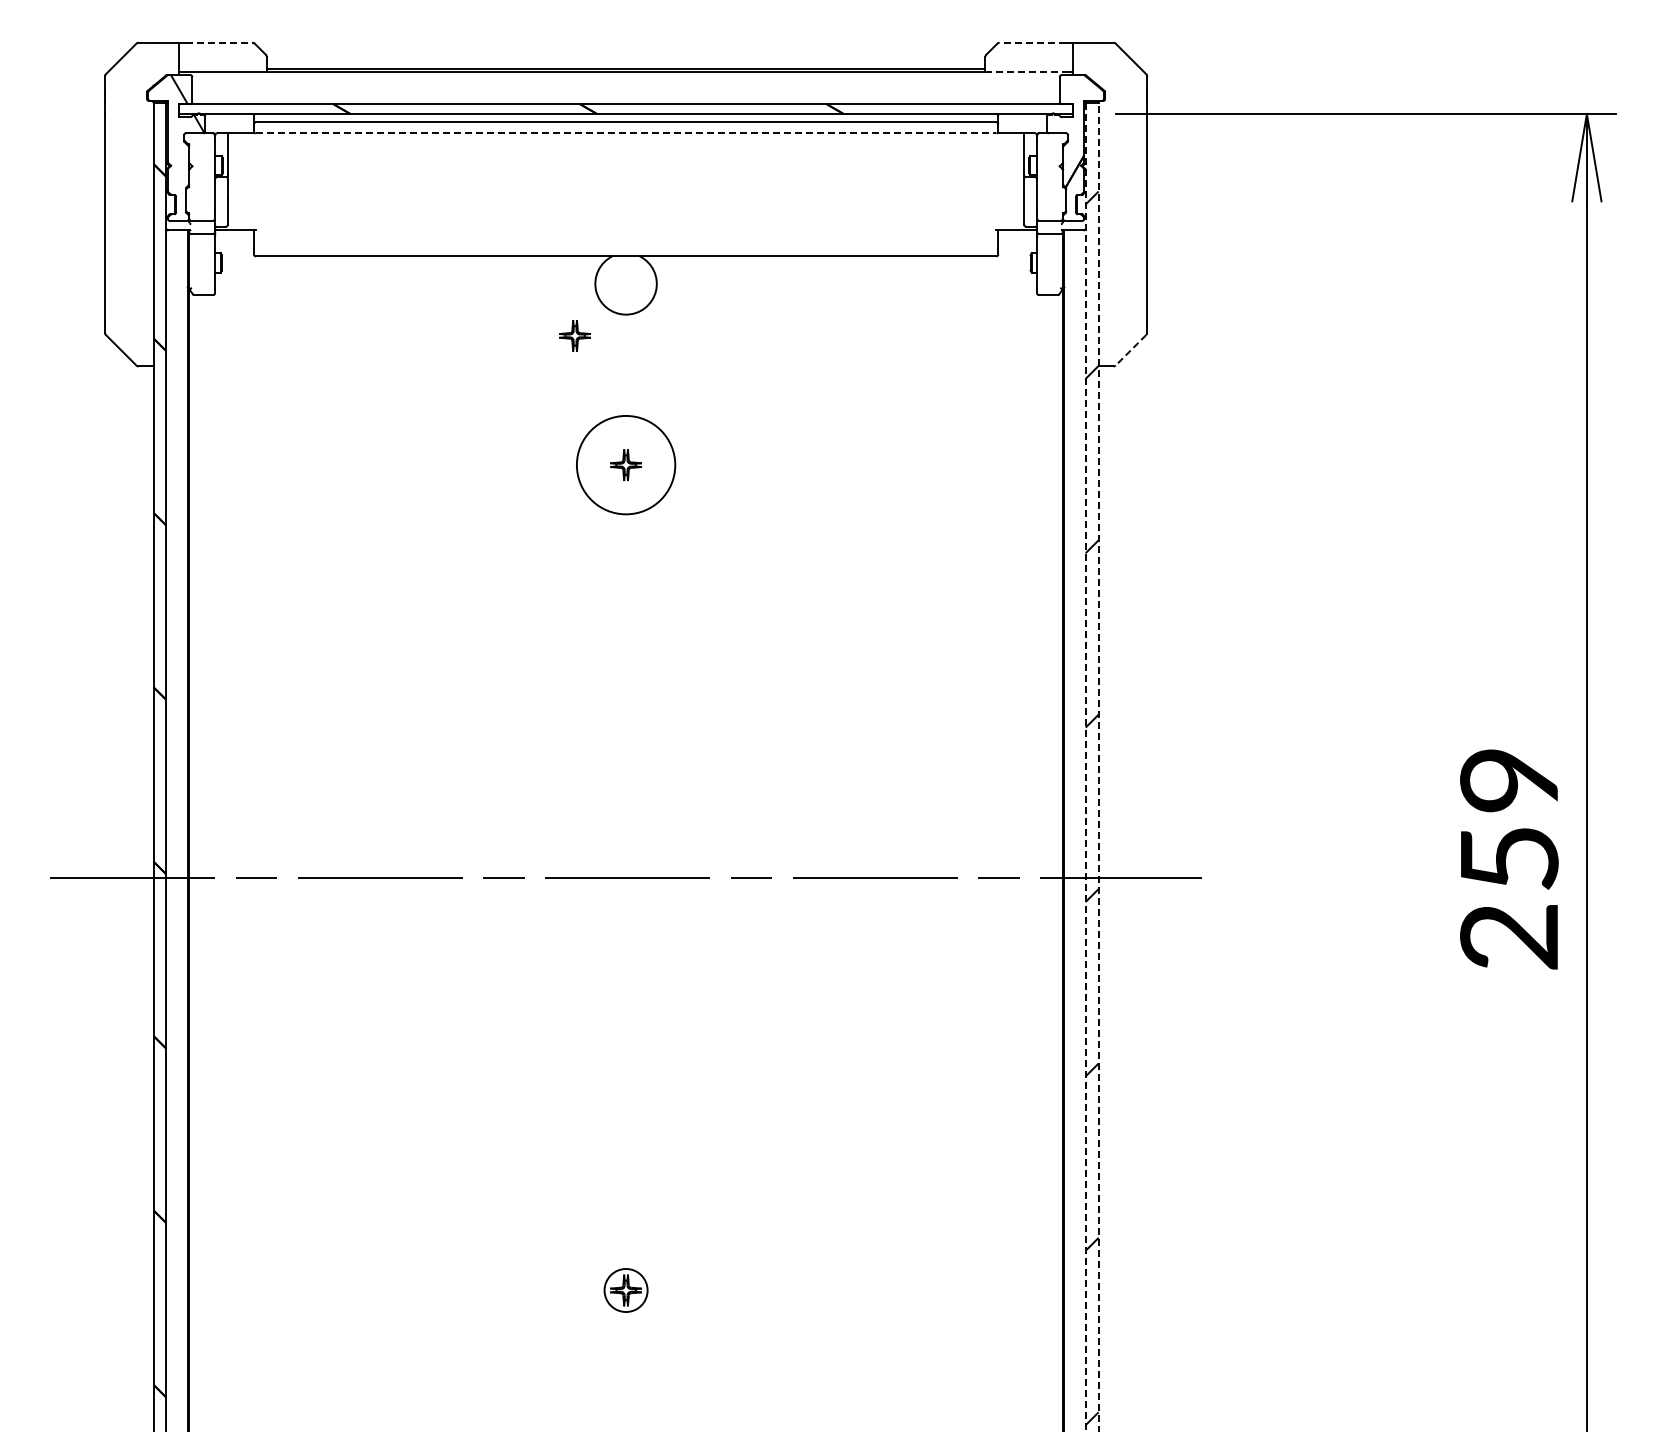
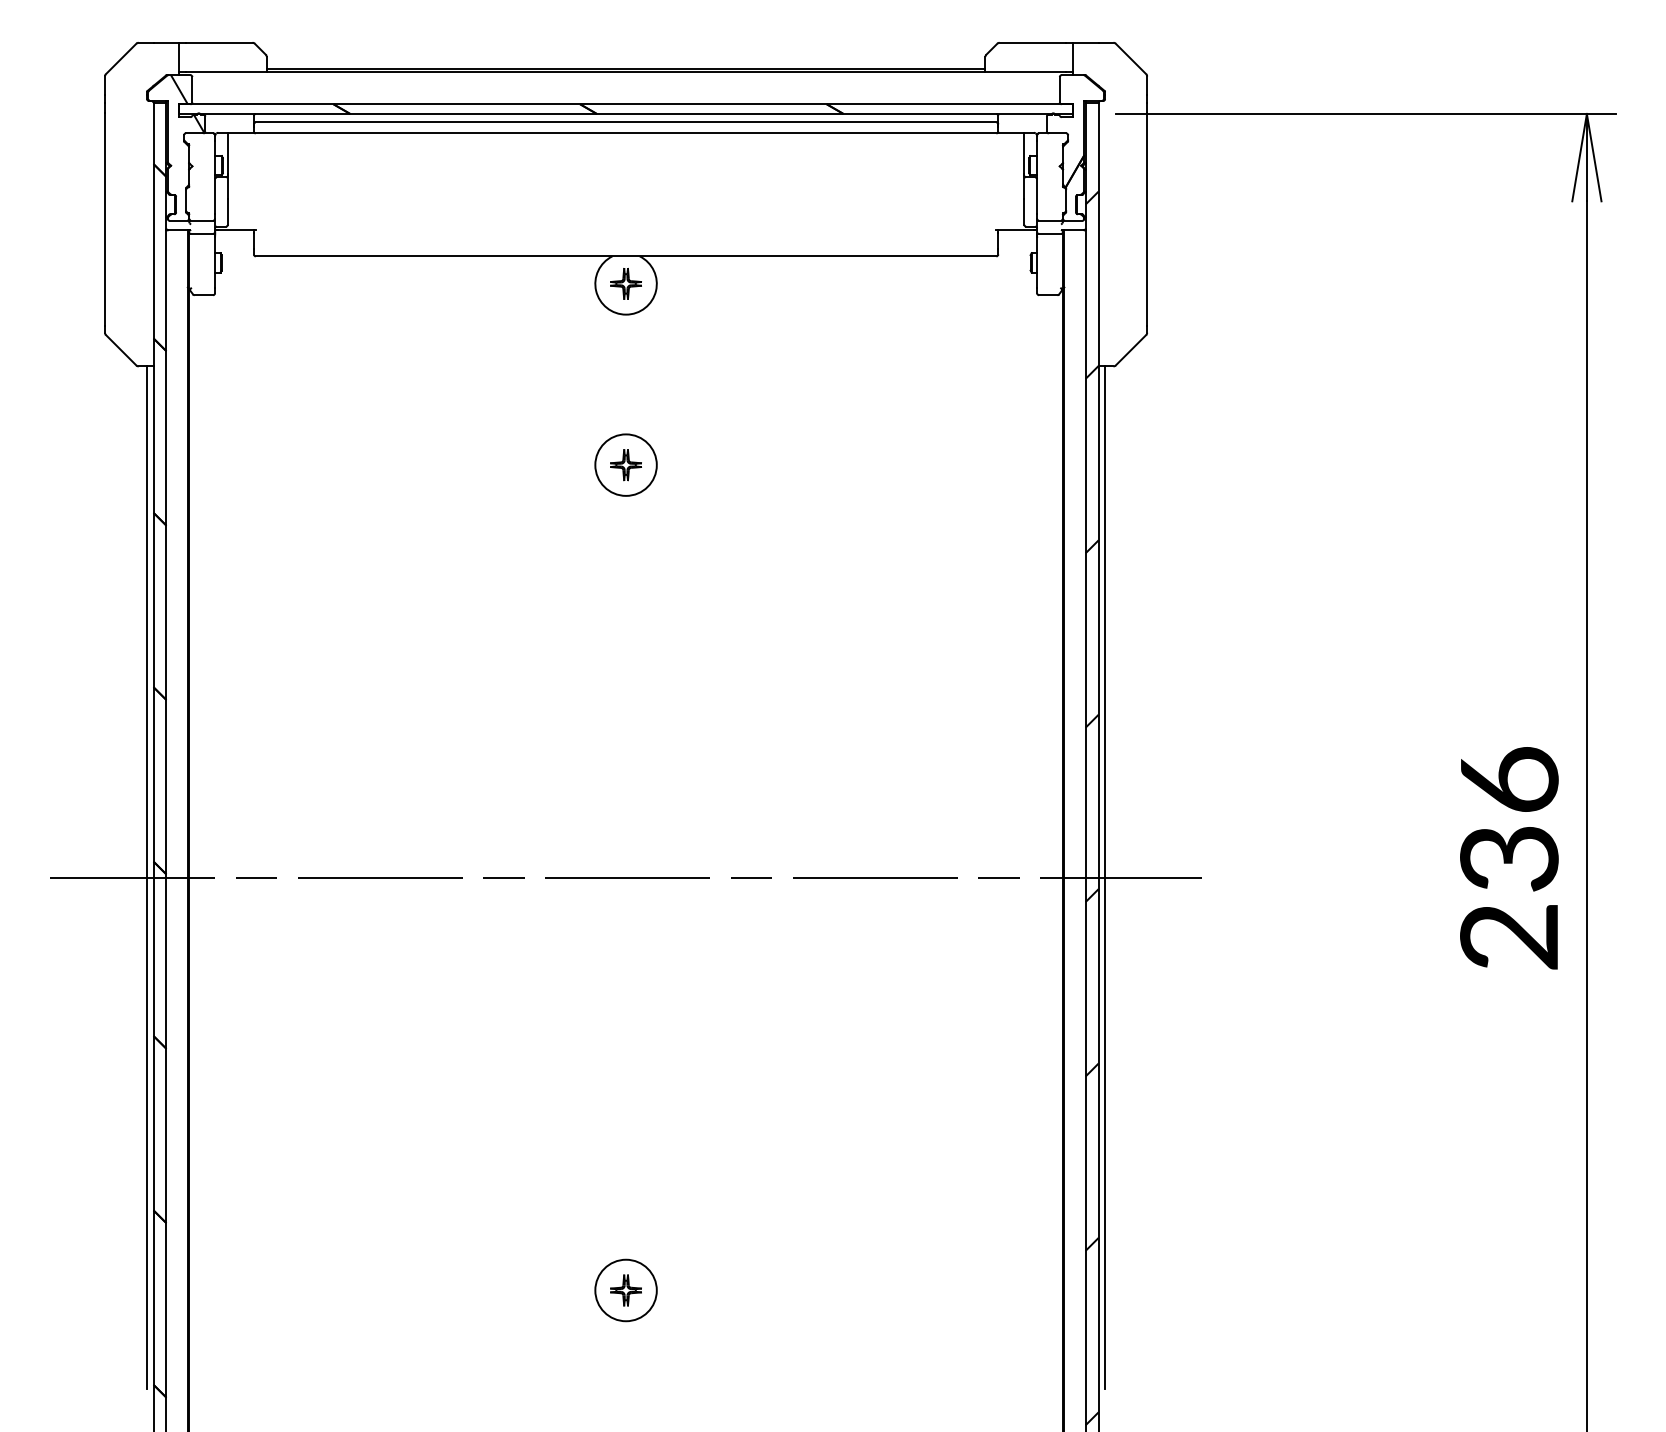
line at (219, 42): dashed -> solid
line at (1032, 42): dashed -> solid
line at (1026, 71): dashed -> solid
line at (626, 133): dashed -> solid
part at (574, 335) position: (574, 335) -> (625, 283)
line at (1131, 350): dashed -> solid
circle at (625, 464) diameter: 98 px -> 61 px
line at (1098, 766): dashed -> solid
line at (1085, 767): dashed -> solid
text at (1509, 819): 259 -> 236
line at (147, 877): none -> present
line at (1105, 877): none -> present
circle at (625, 1290) diameter: 43 px -> 61 px
